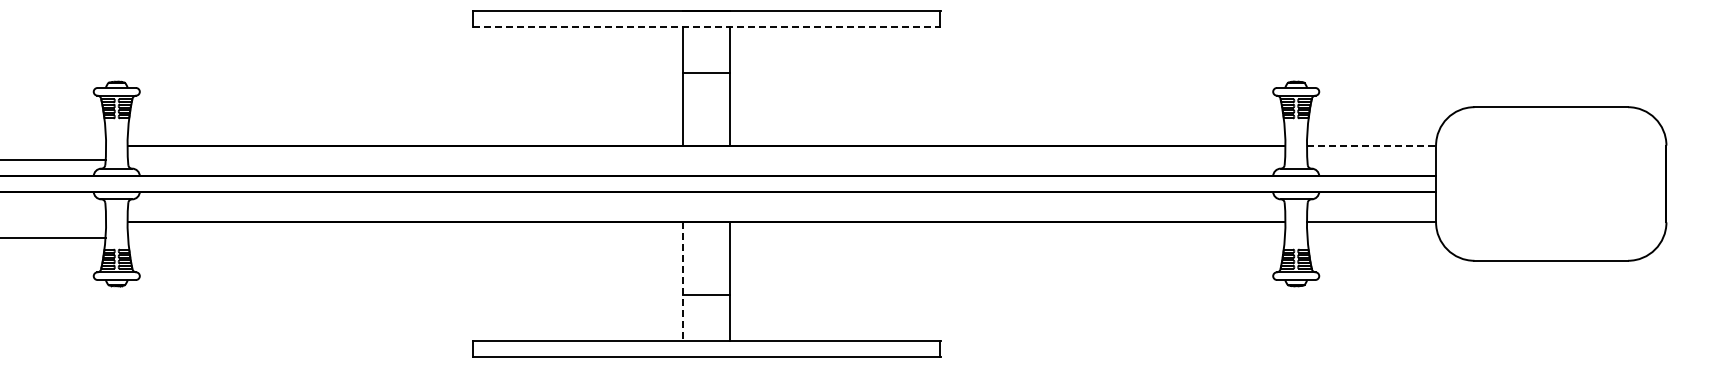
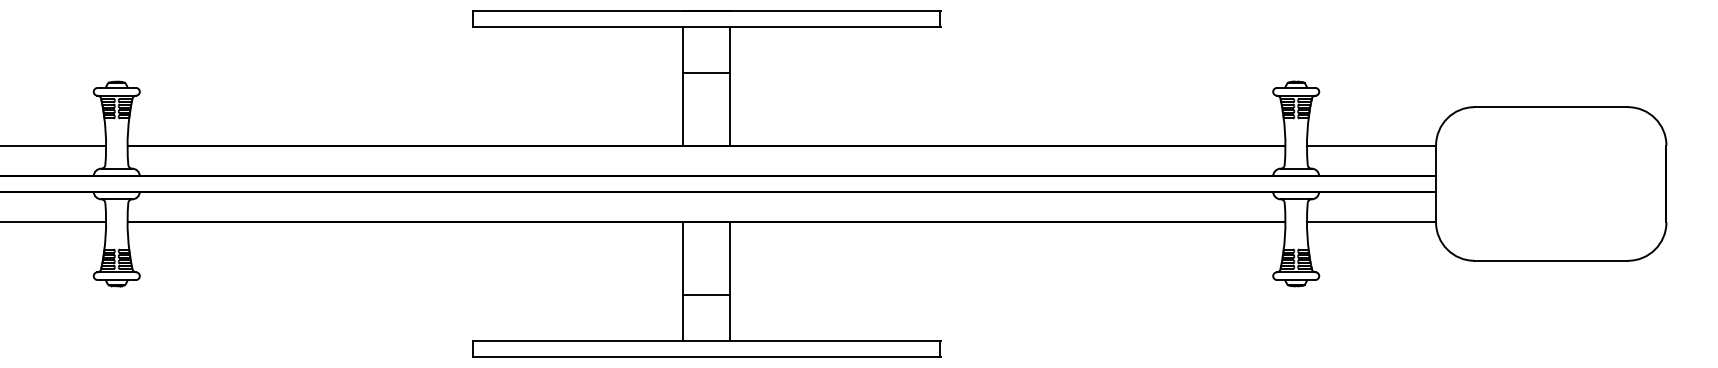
line at (706, 27): dashed -> solid
line at (1371, 145): dashed -> solid
line at (54, 159) position: (54, 159) -> (54, 145)
line at (54, 238) position: (54, 238) -> (54, 222)
line at (683, 282): dashed -> solid
